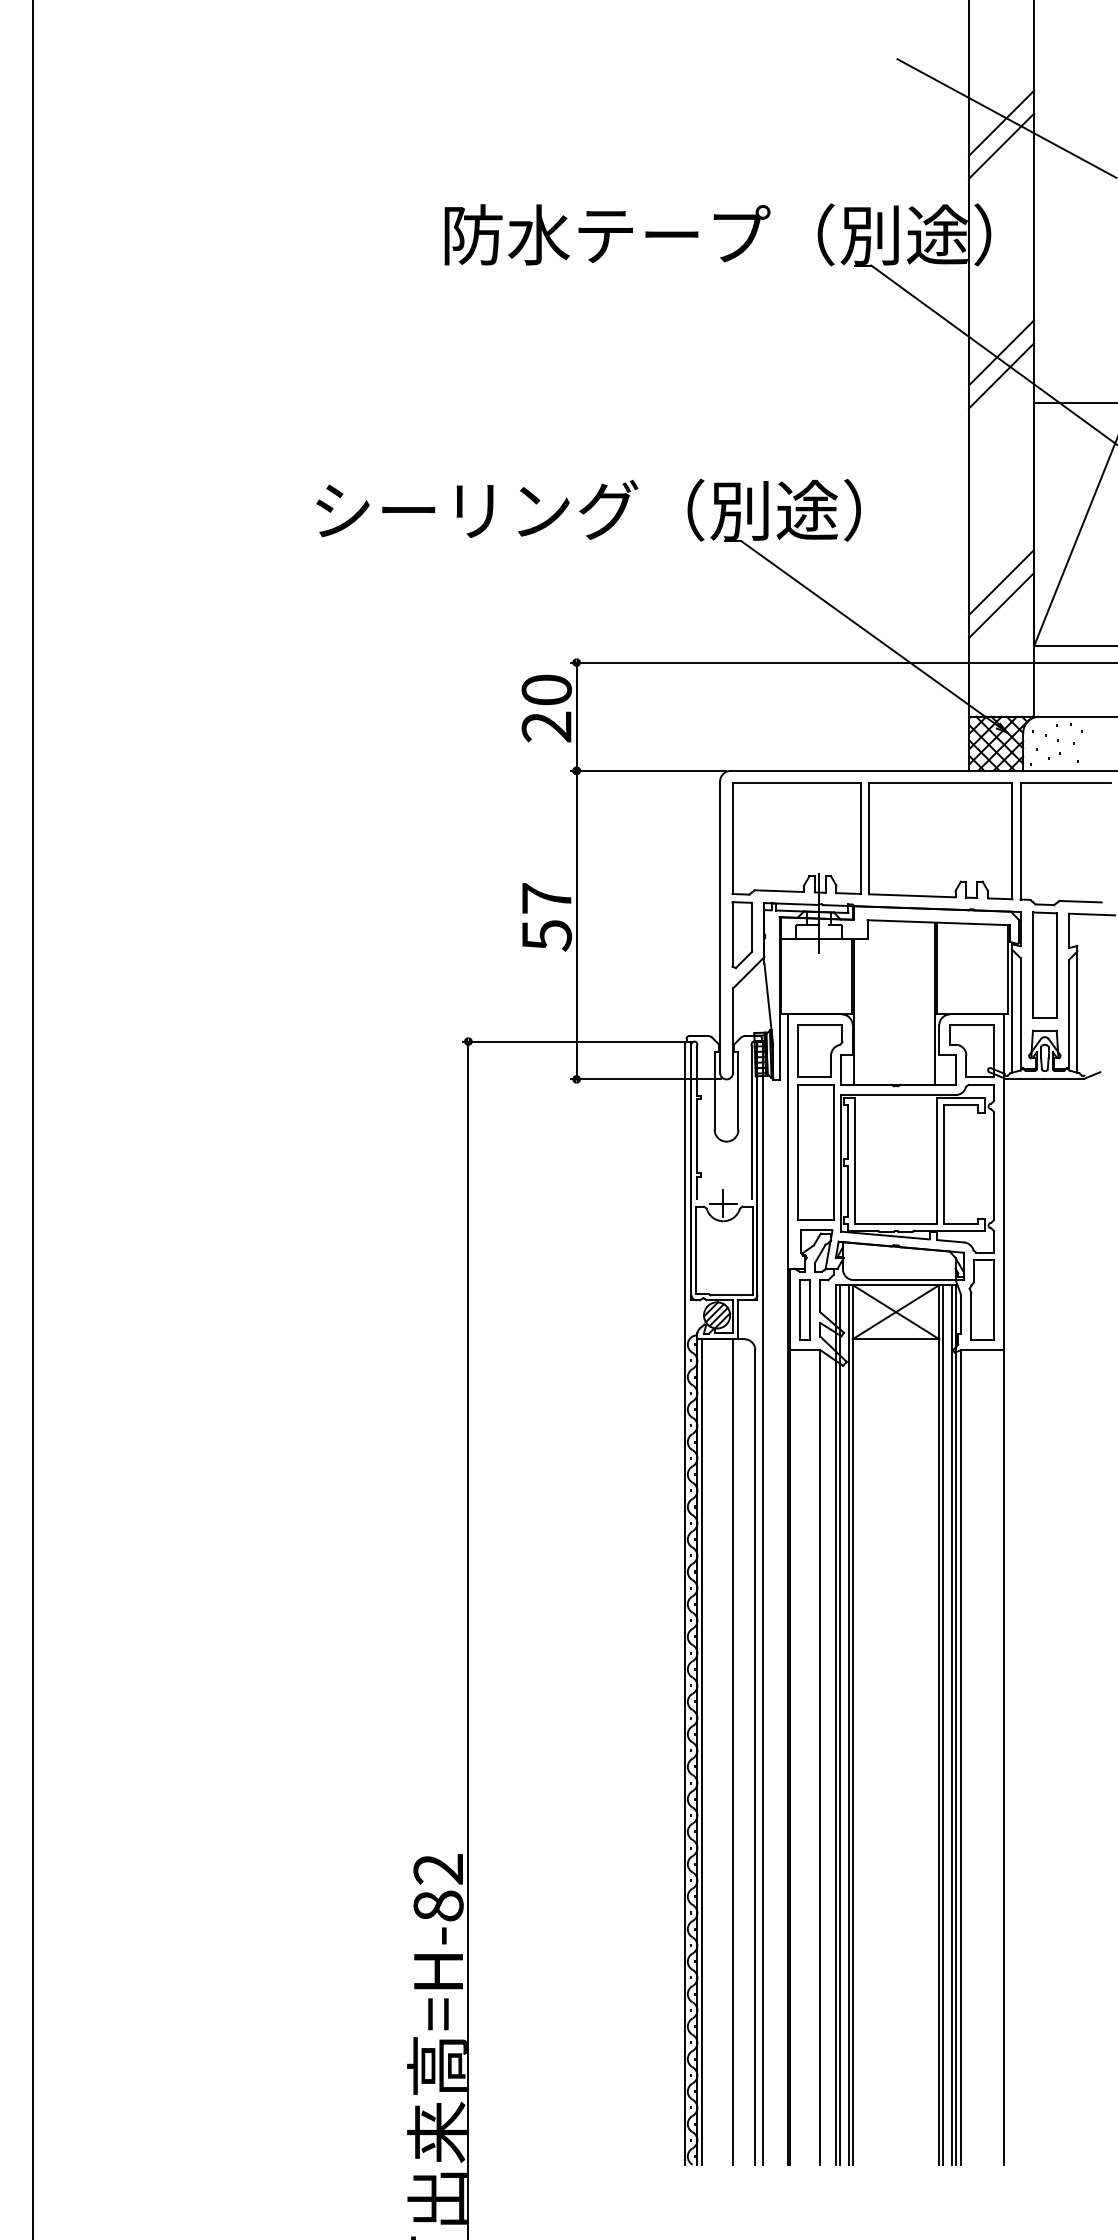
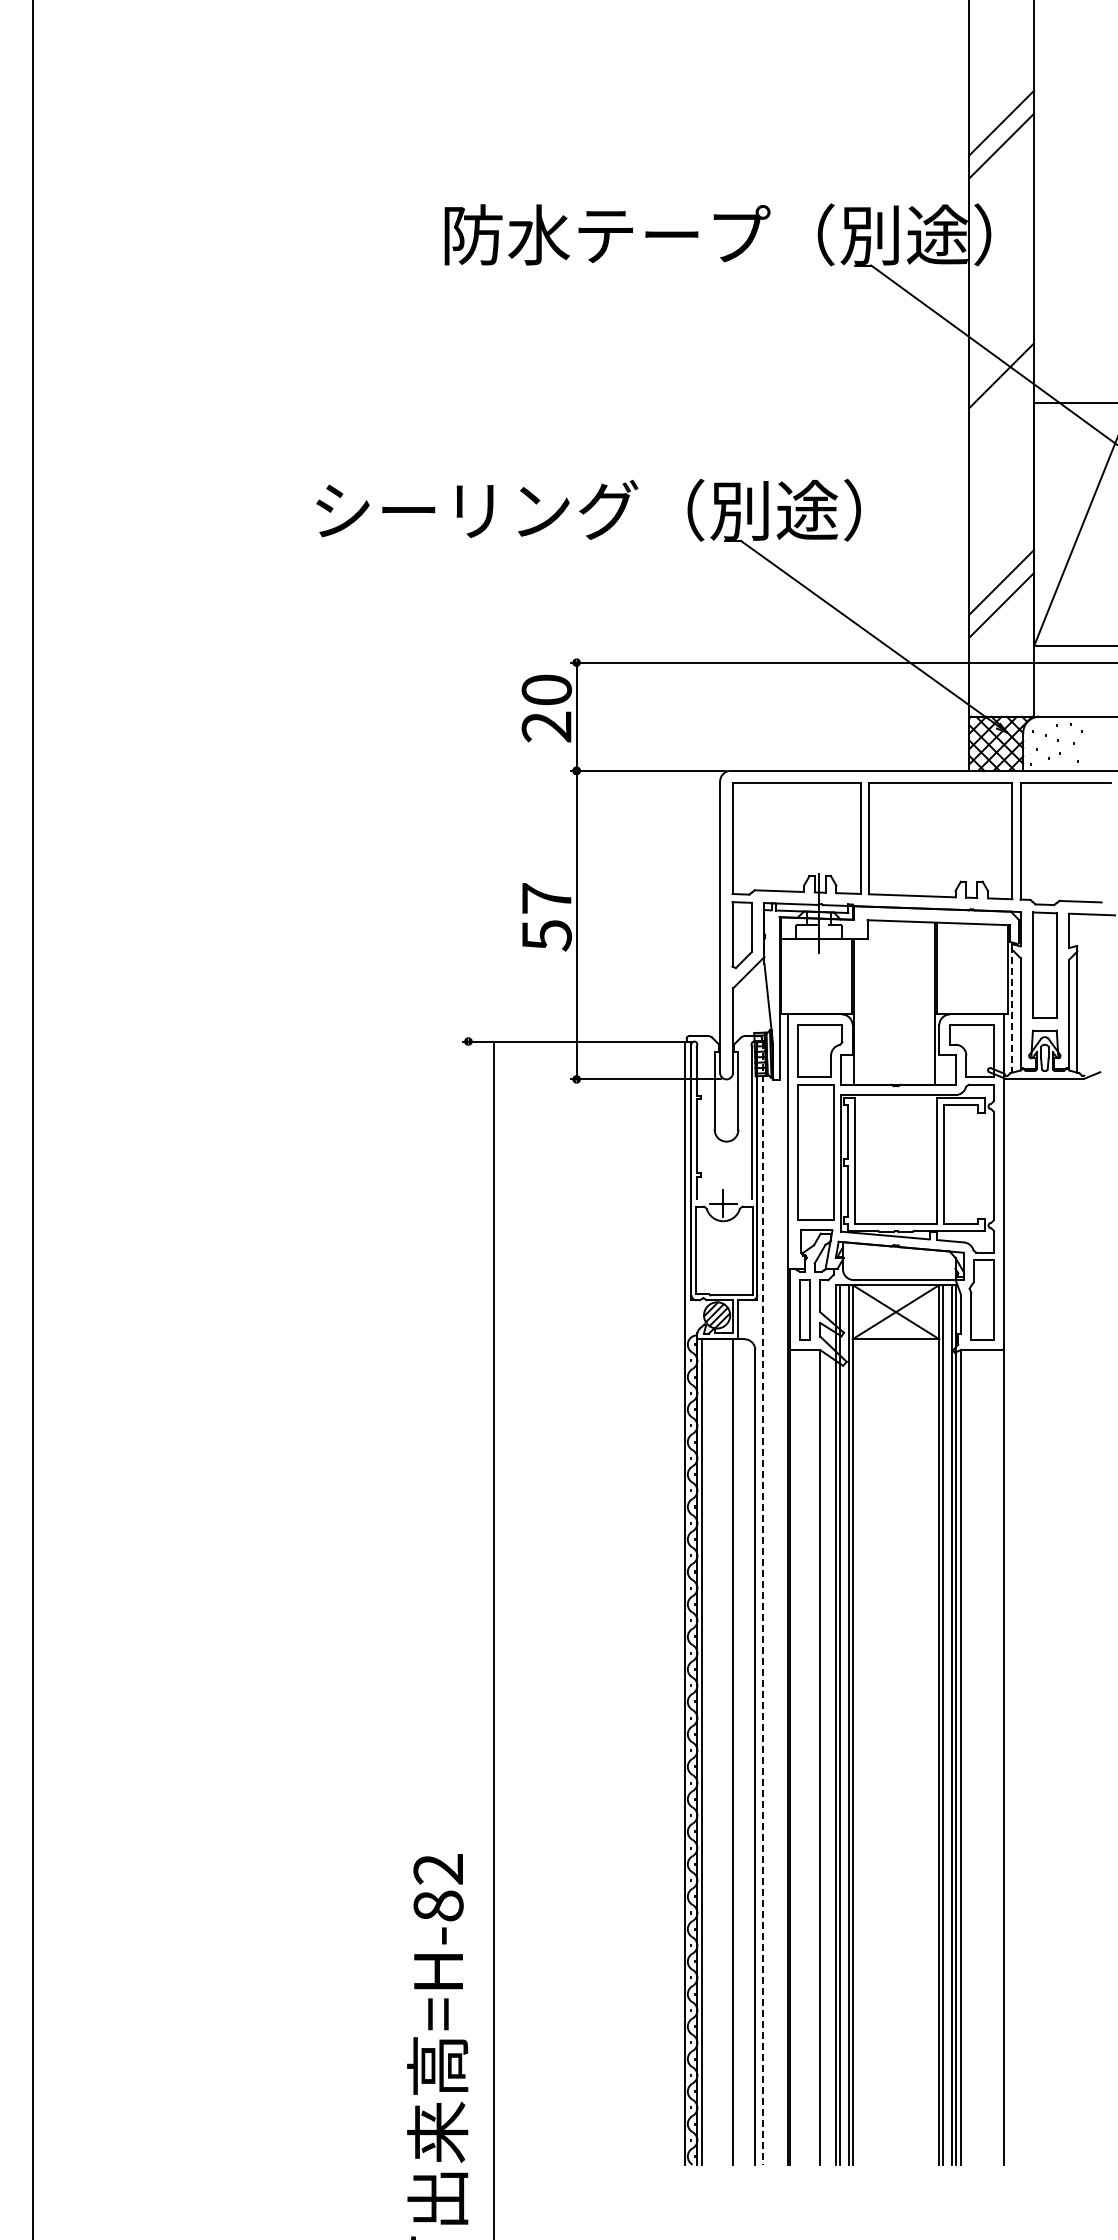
line at (1005, 117): present -> none
line at (1001, 352): present -> none
line at (1012, 1009): solid -> dashed
line at (763, 1603): solid -> dashed
line at (468, 1638) position: (468, 1638) -> (494, 1638)
